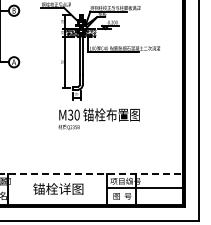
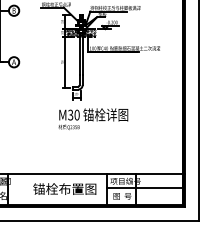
text at (122, 114): 锚栓布置图 -> 锚栓详图
line at (92, 173): dashed -> solid
text at (77, 188): 锚栓详图 -> 锚栓布置图
